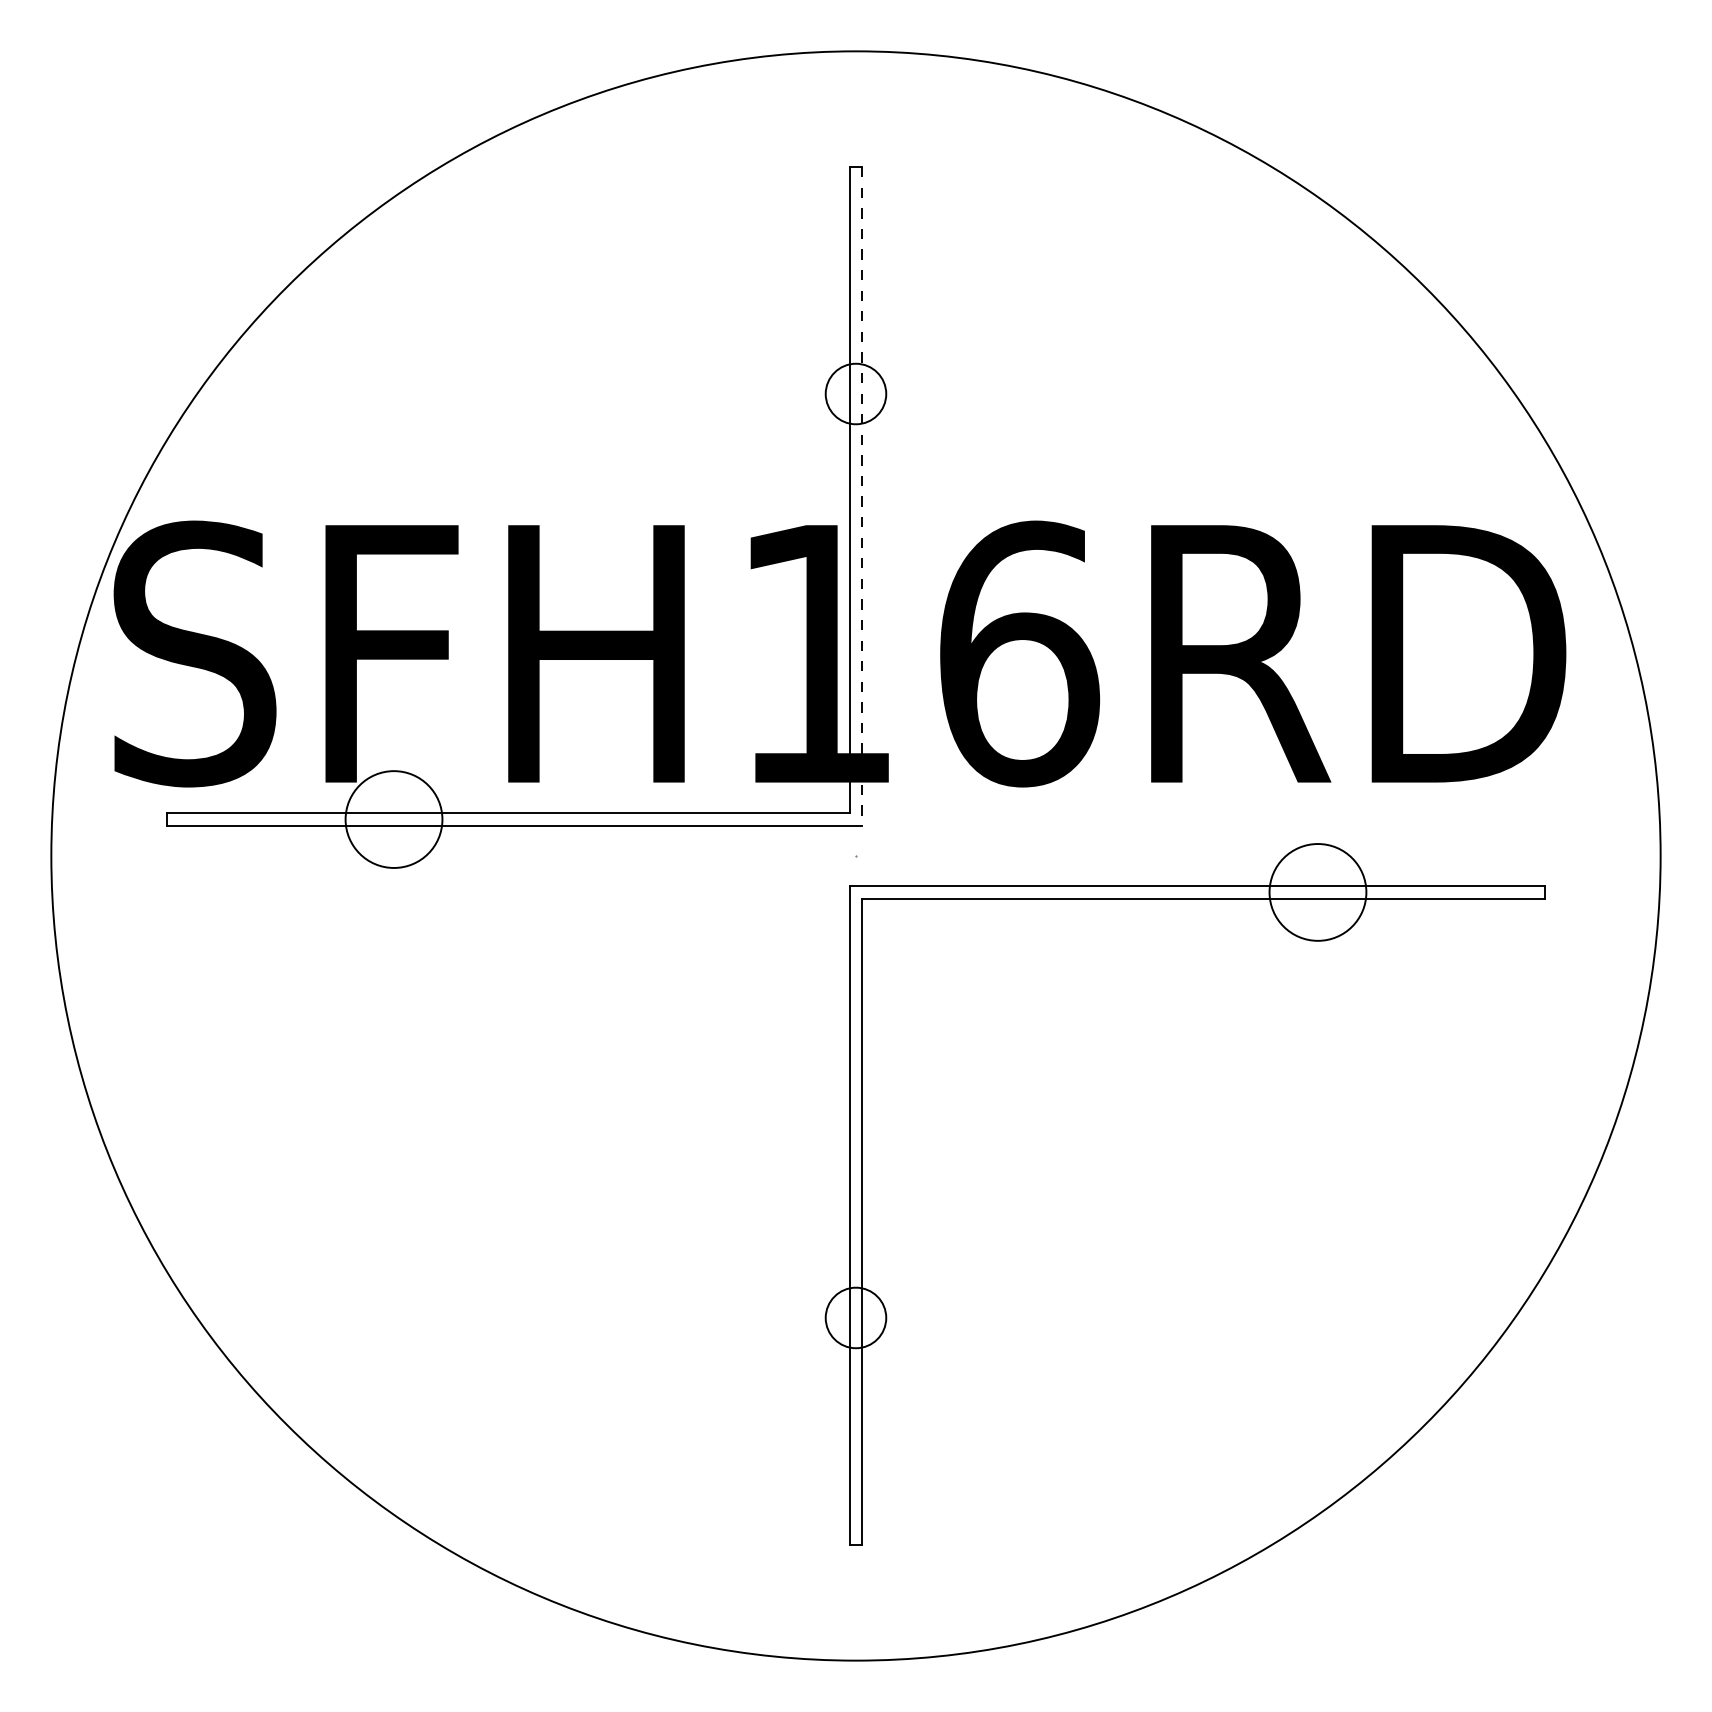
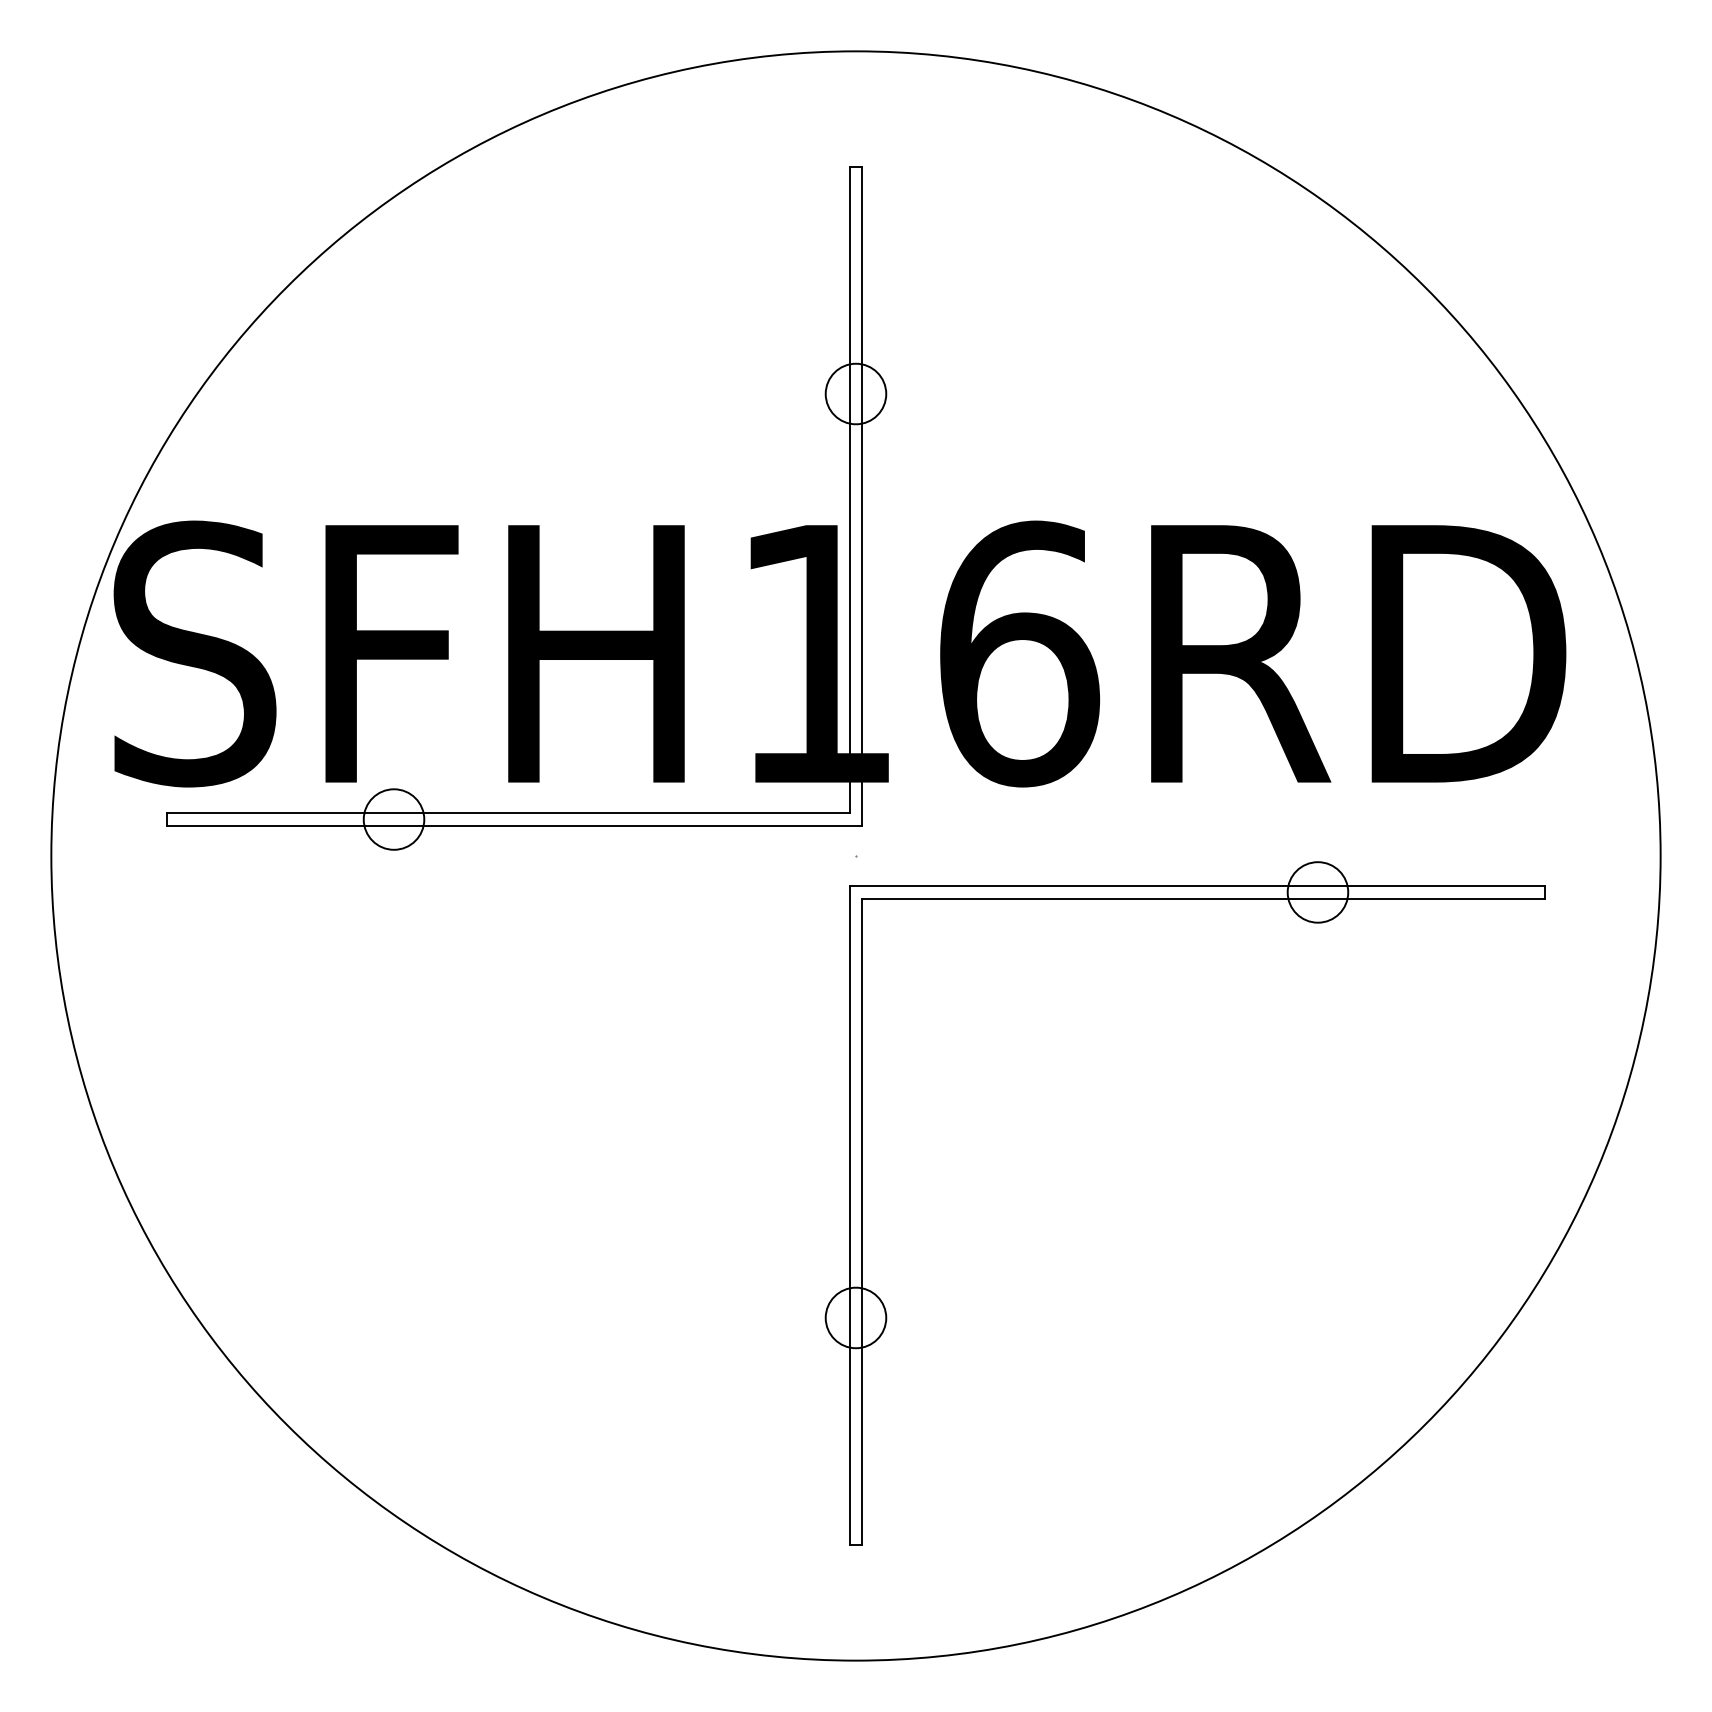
line at (862, 496): dashed -> solid
circle at (393, 819) diameter: 97 px -> 61 px
circle at (1317, 892) diameter: 97 px -> 61 px
